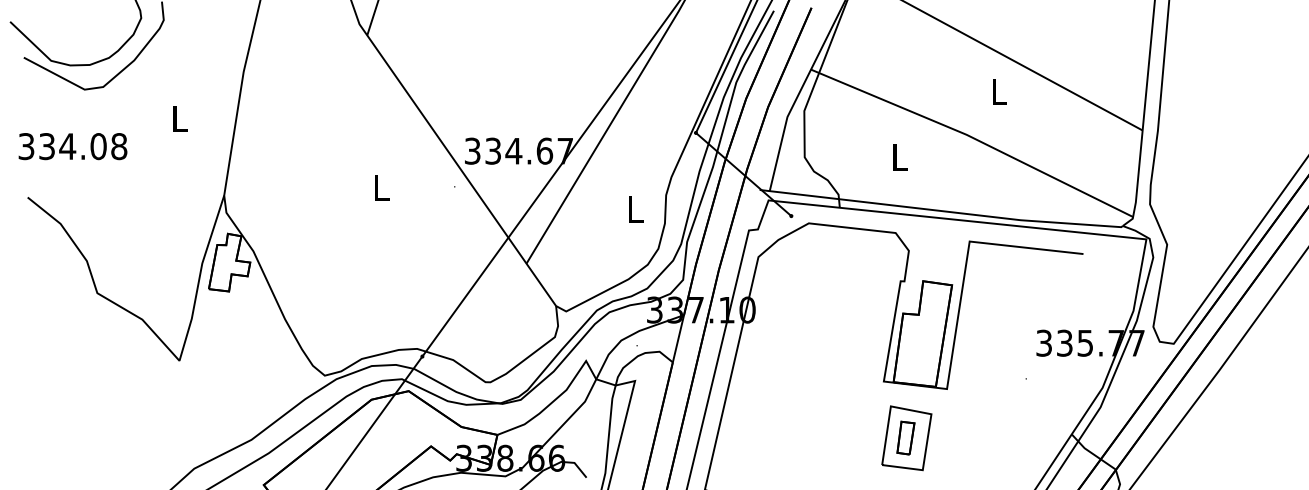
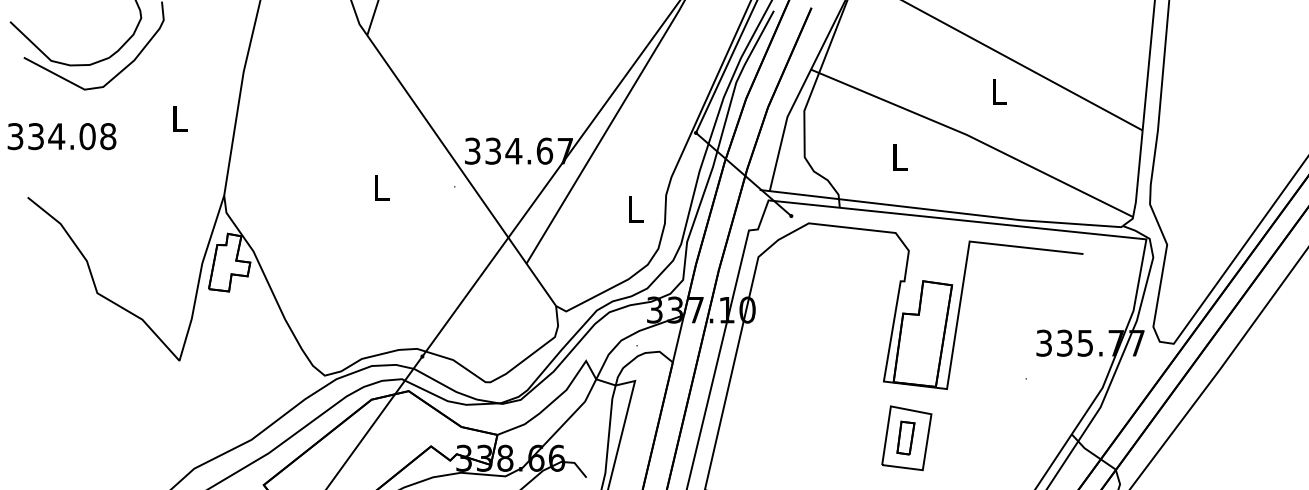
text at (72, 146) position: (72, 146) -> (61, 136)
